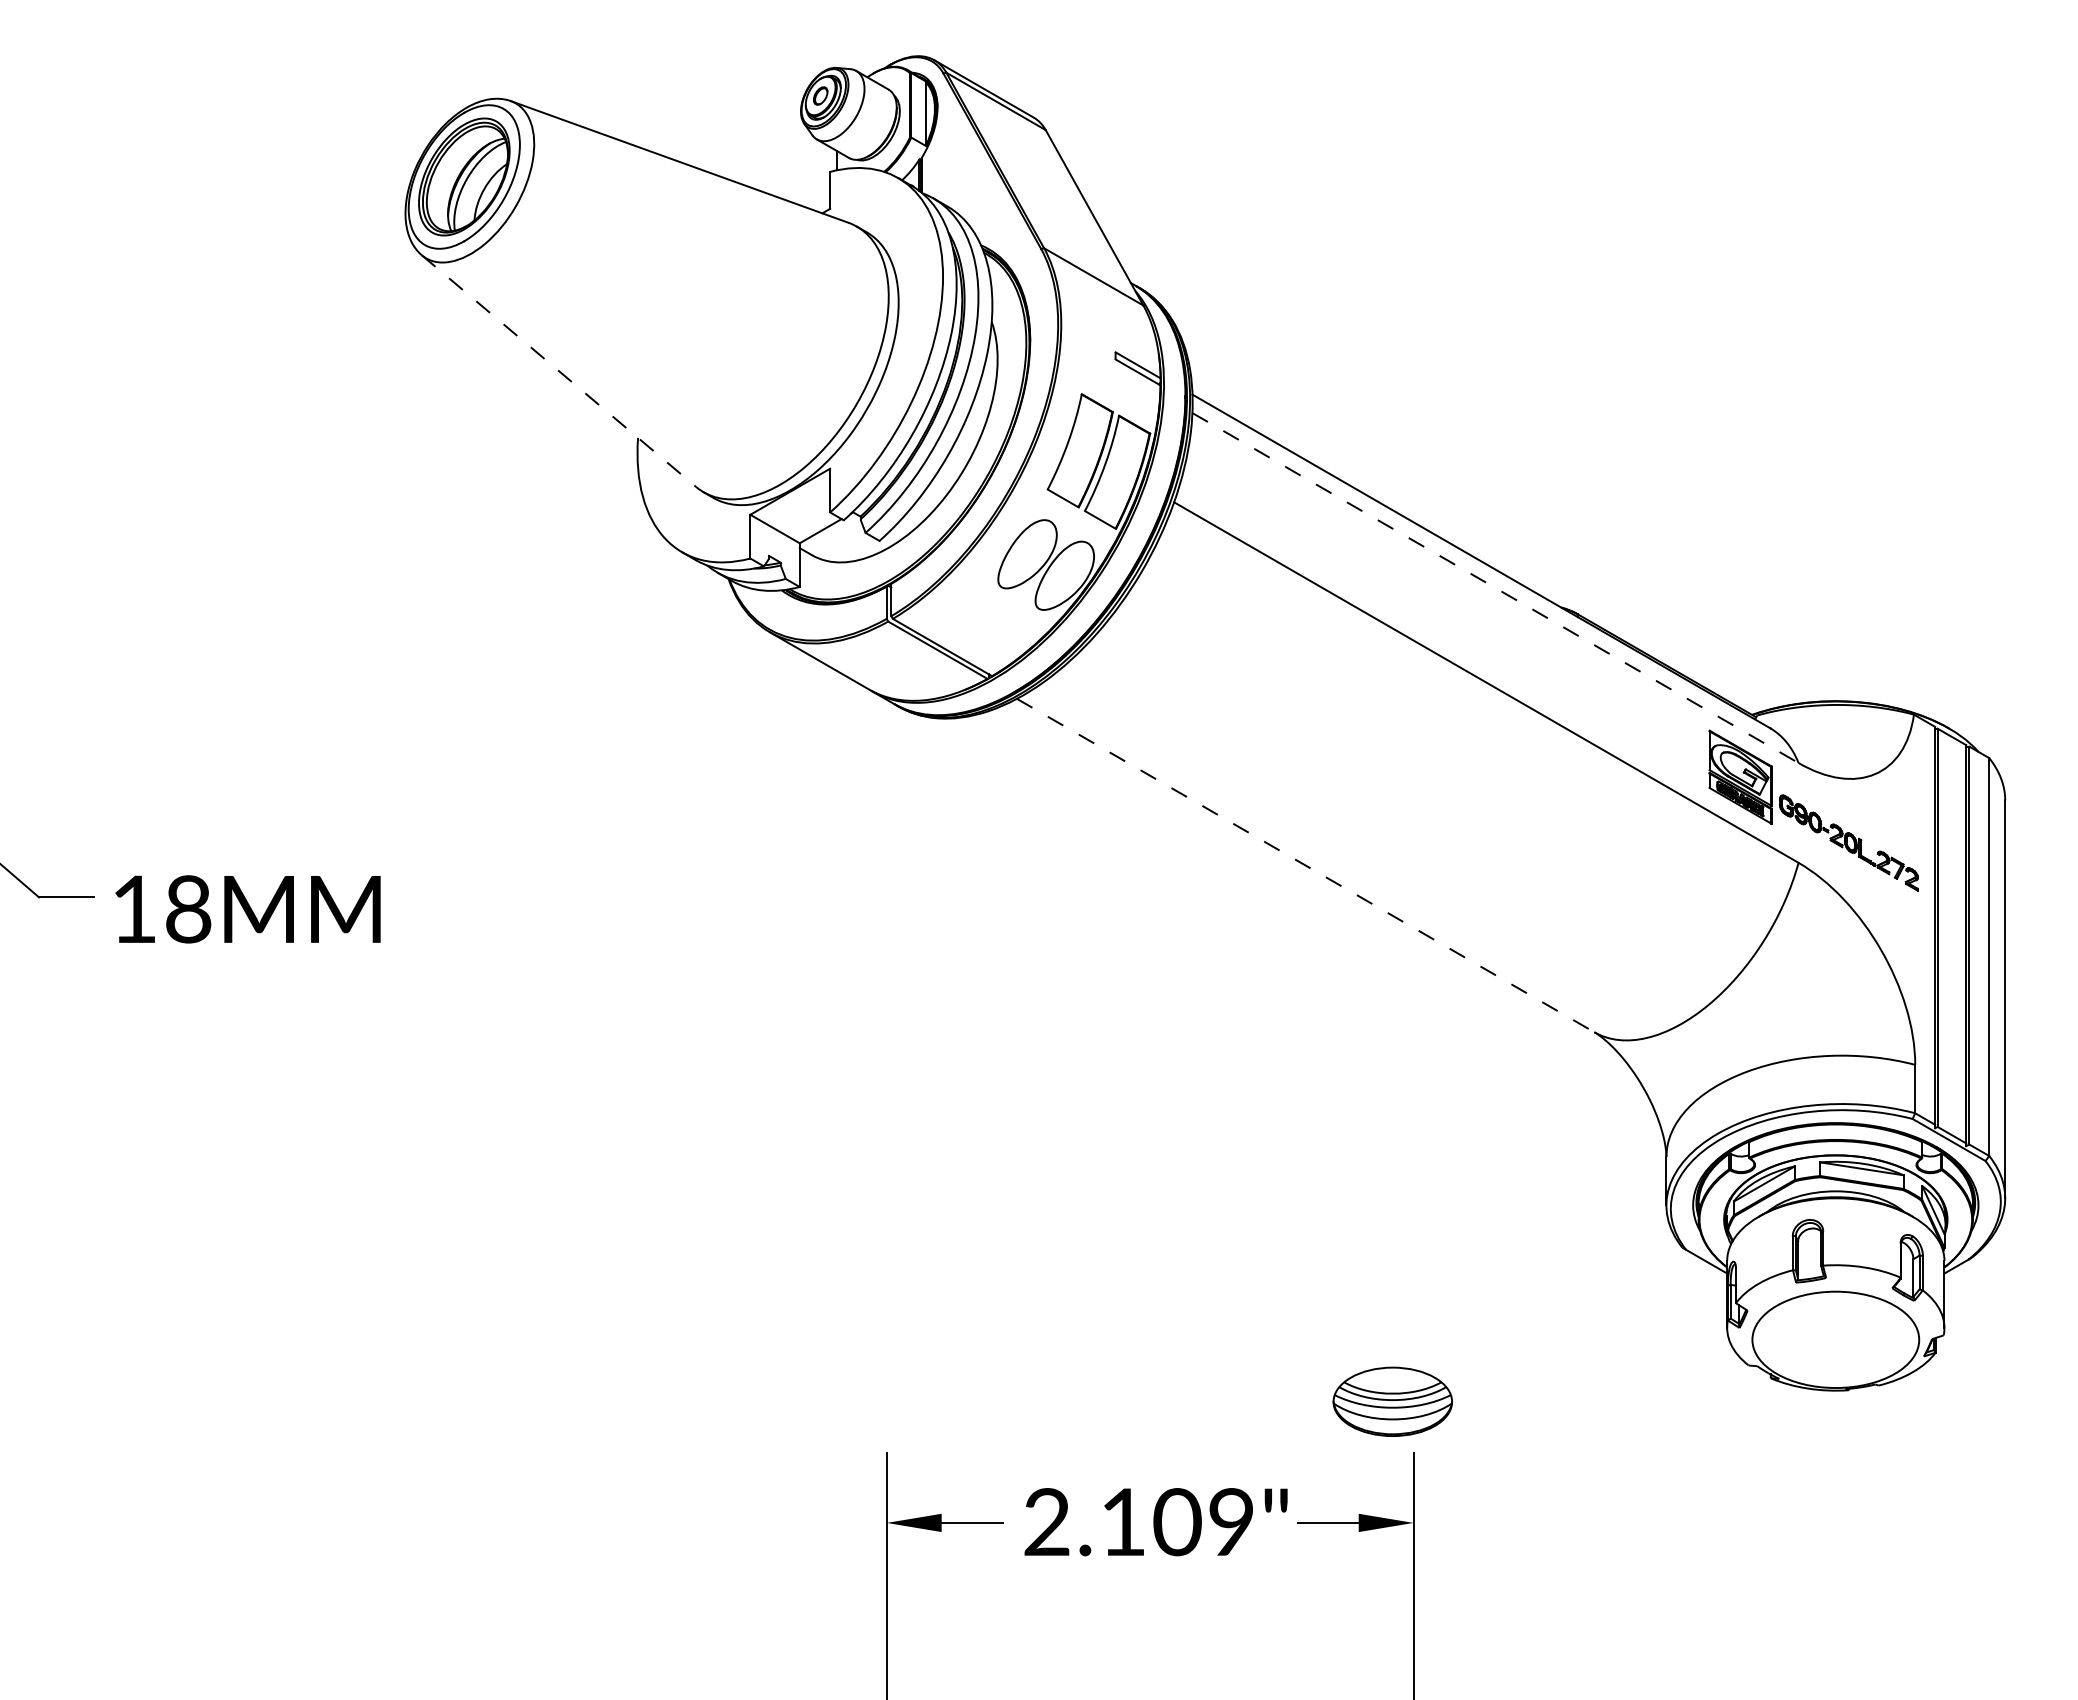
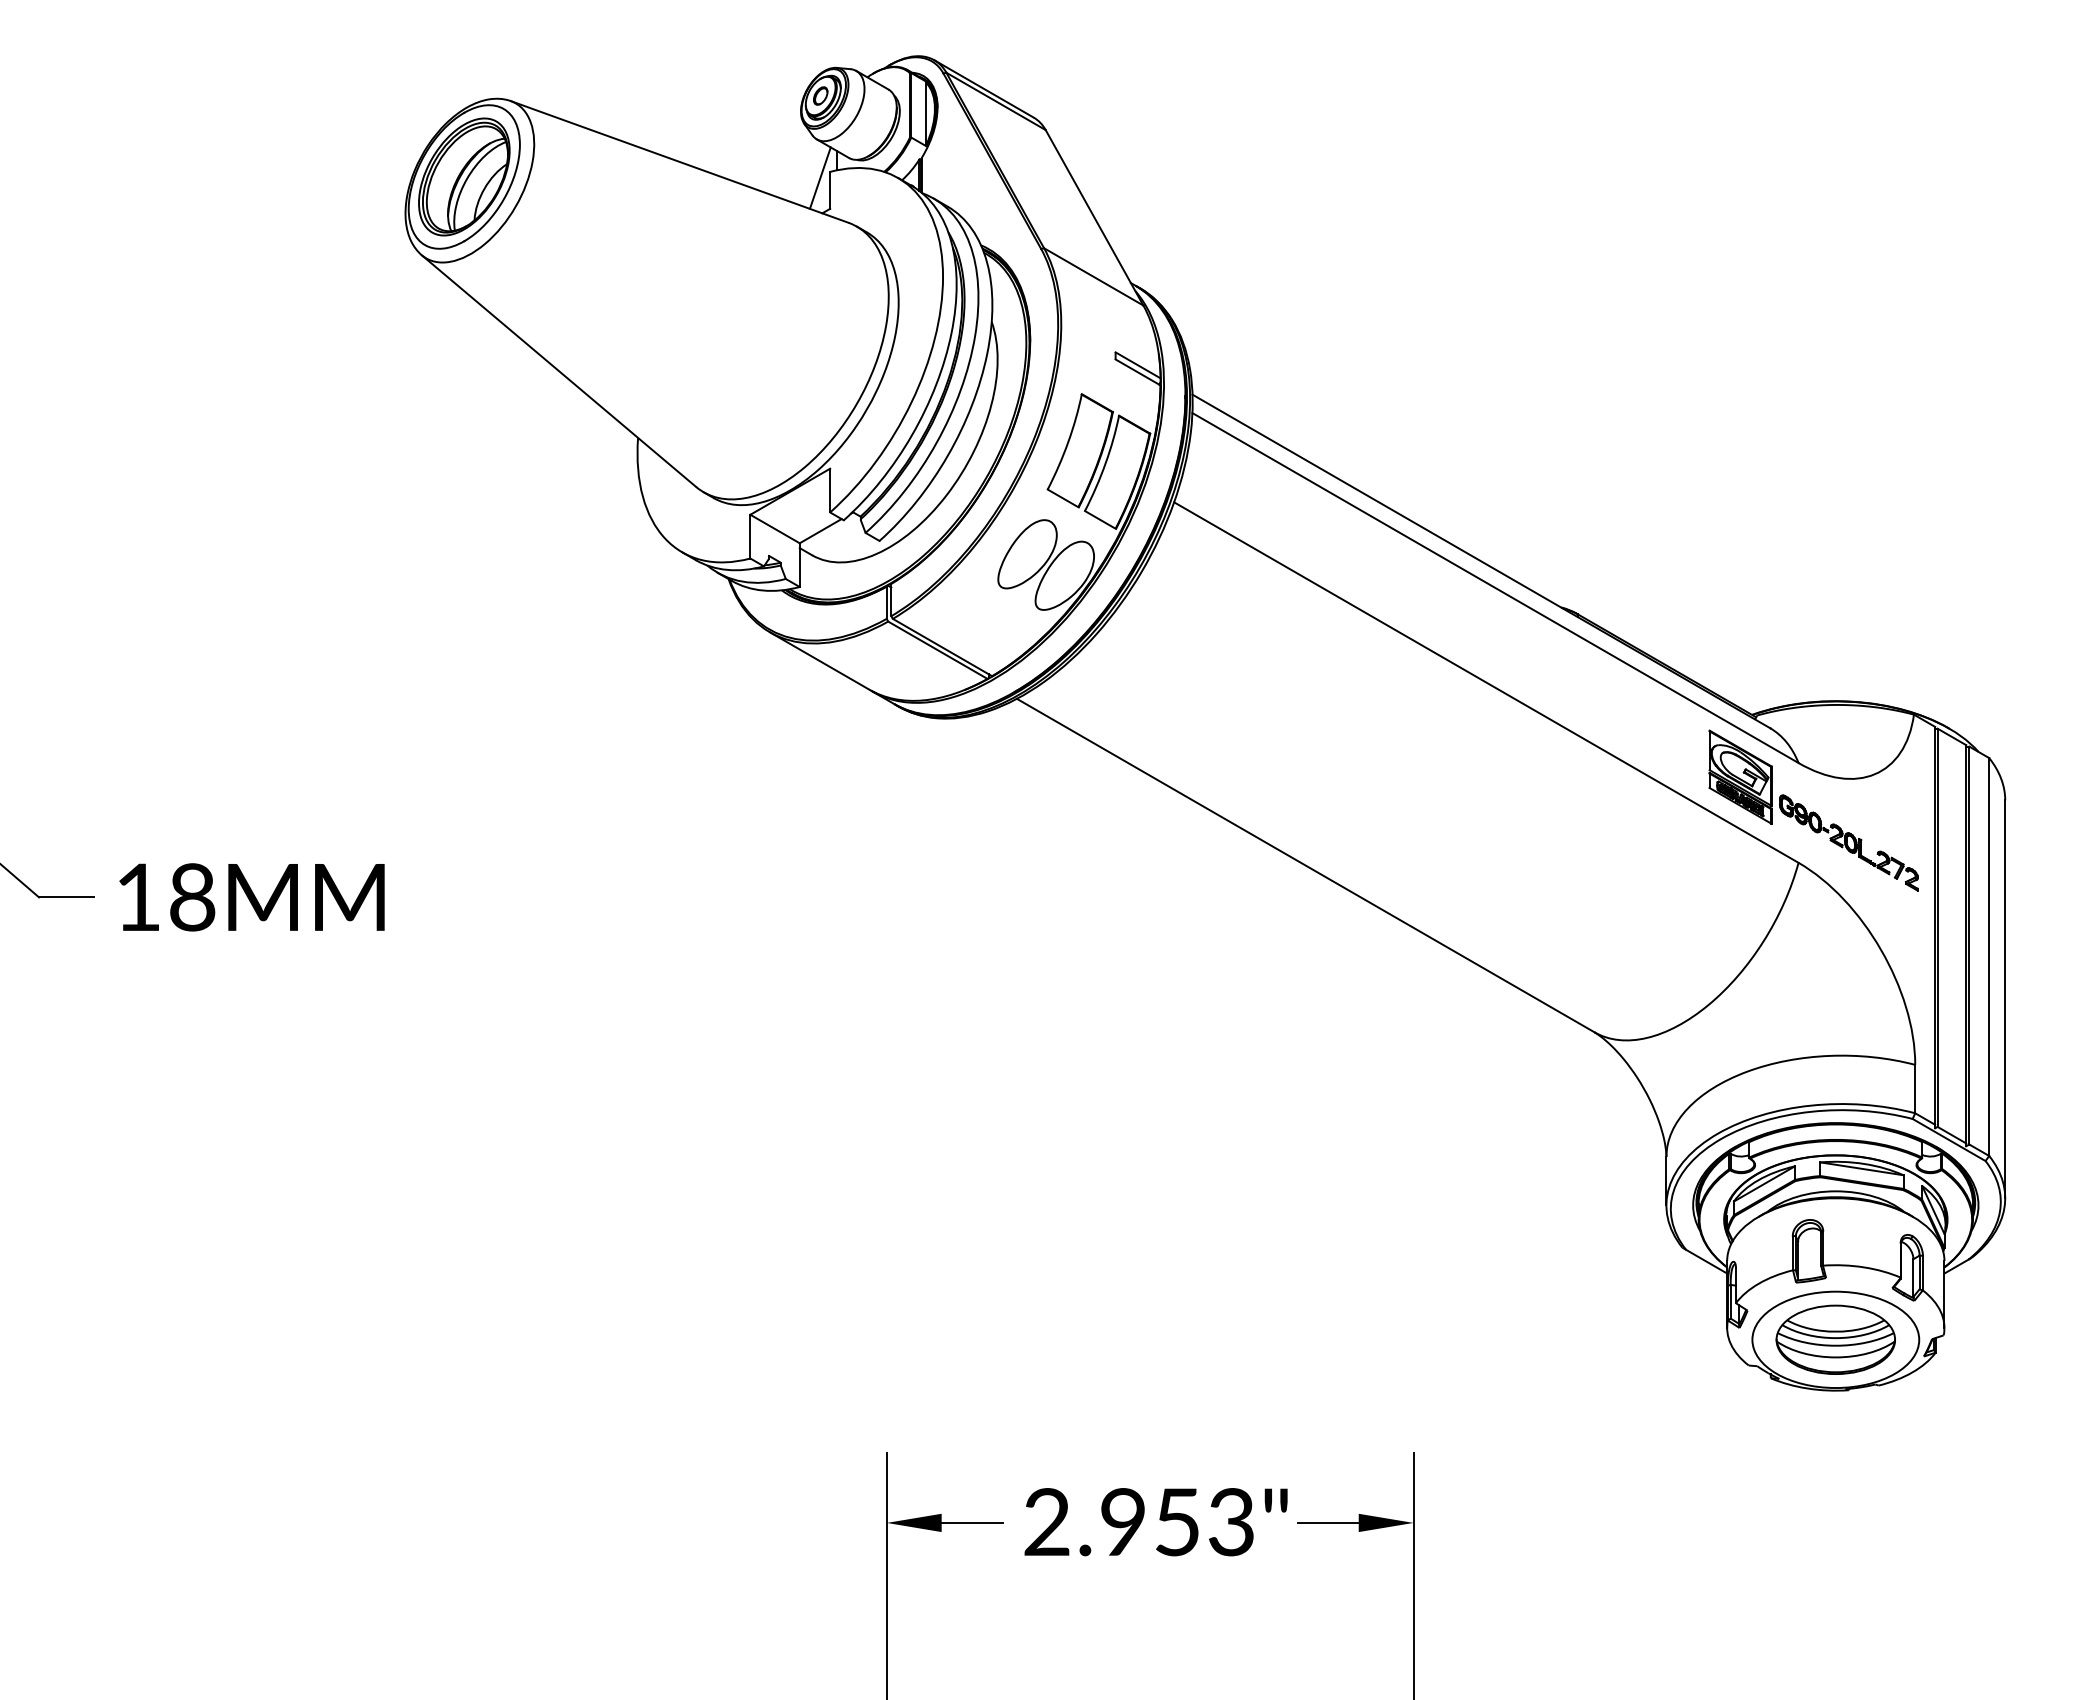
line at (819, 177): none -> present
line at (559, 371): dashed -> solid
line at (1495, 588): dashed -> solid
line at (1306, 865): dashed -> solid
text at (247, 909) position: (247, 909) -> (251, 897)
part at (1392, 1401) position: (1392, 1401) -> (1835, 1339)
text at (1177, 1522): 2.109" -> 2.953"
